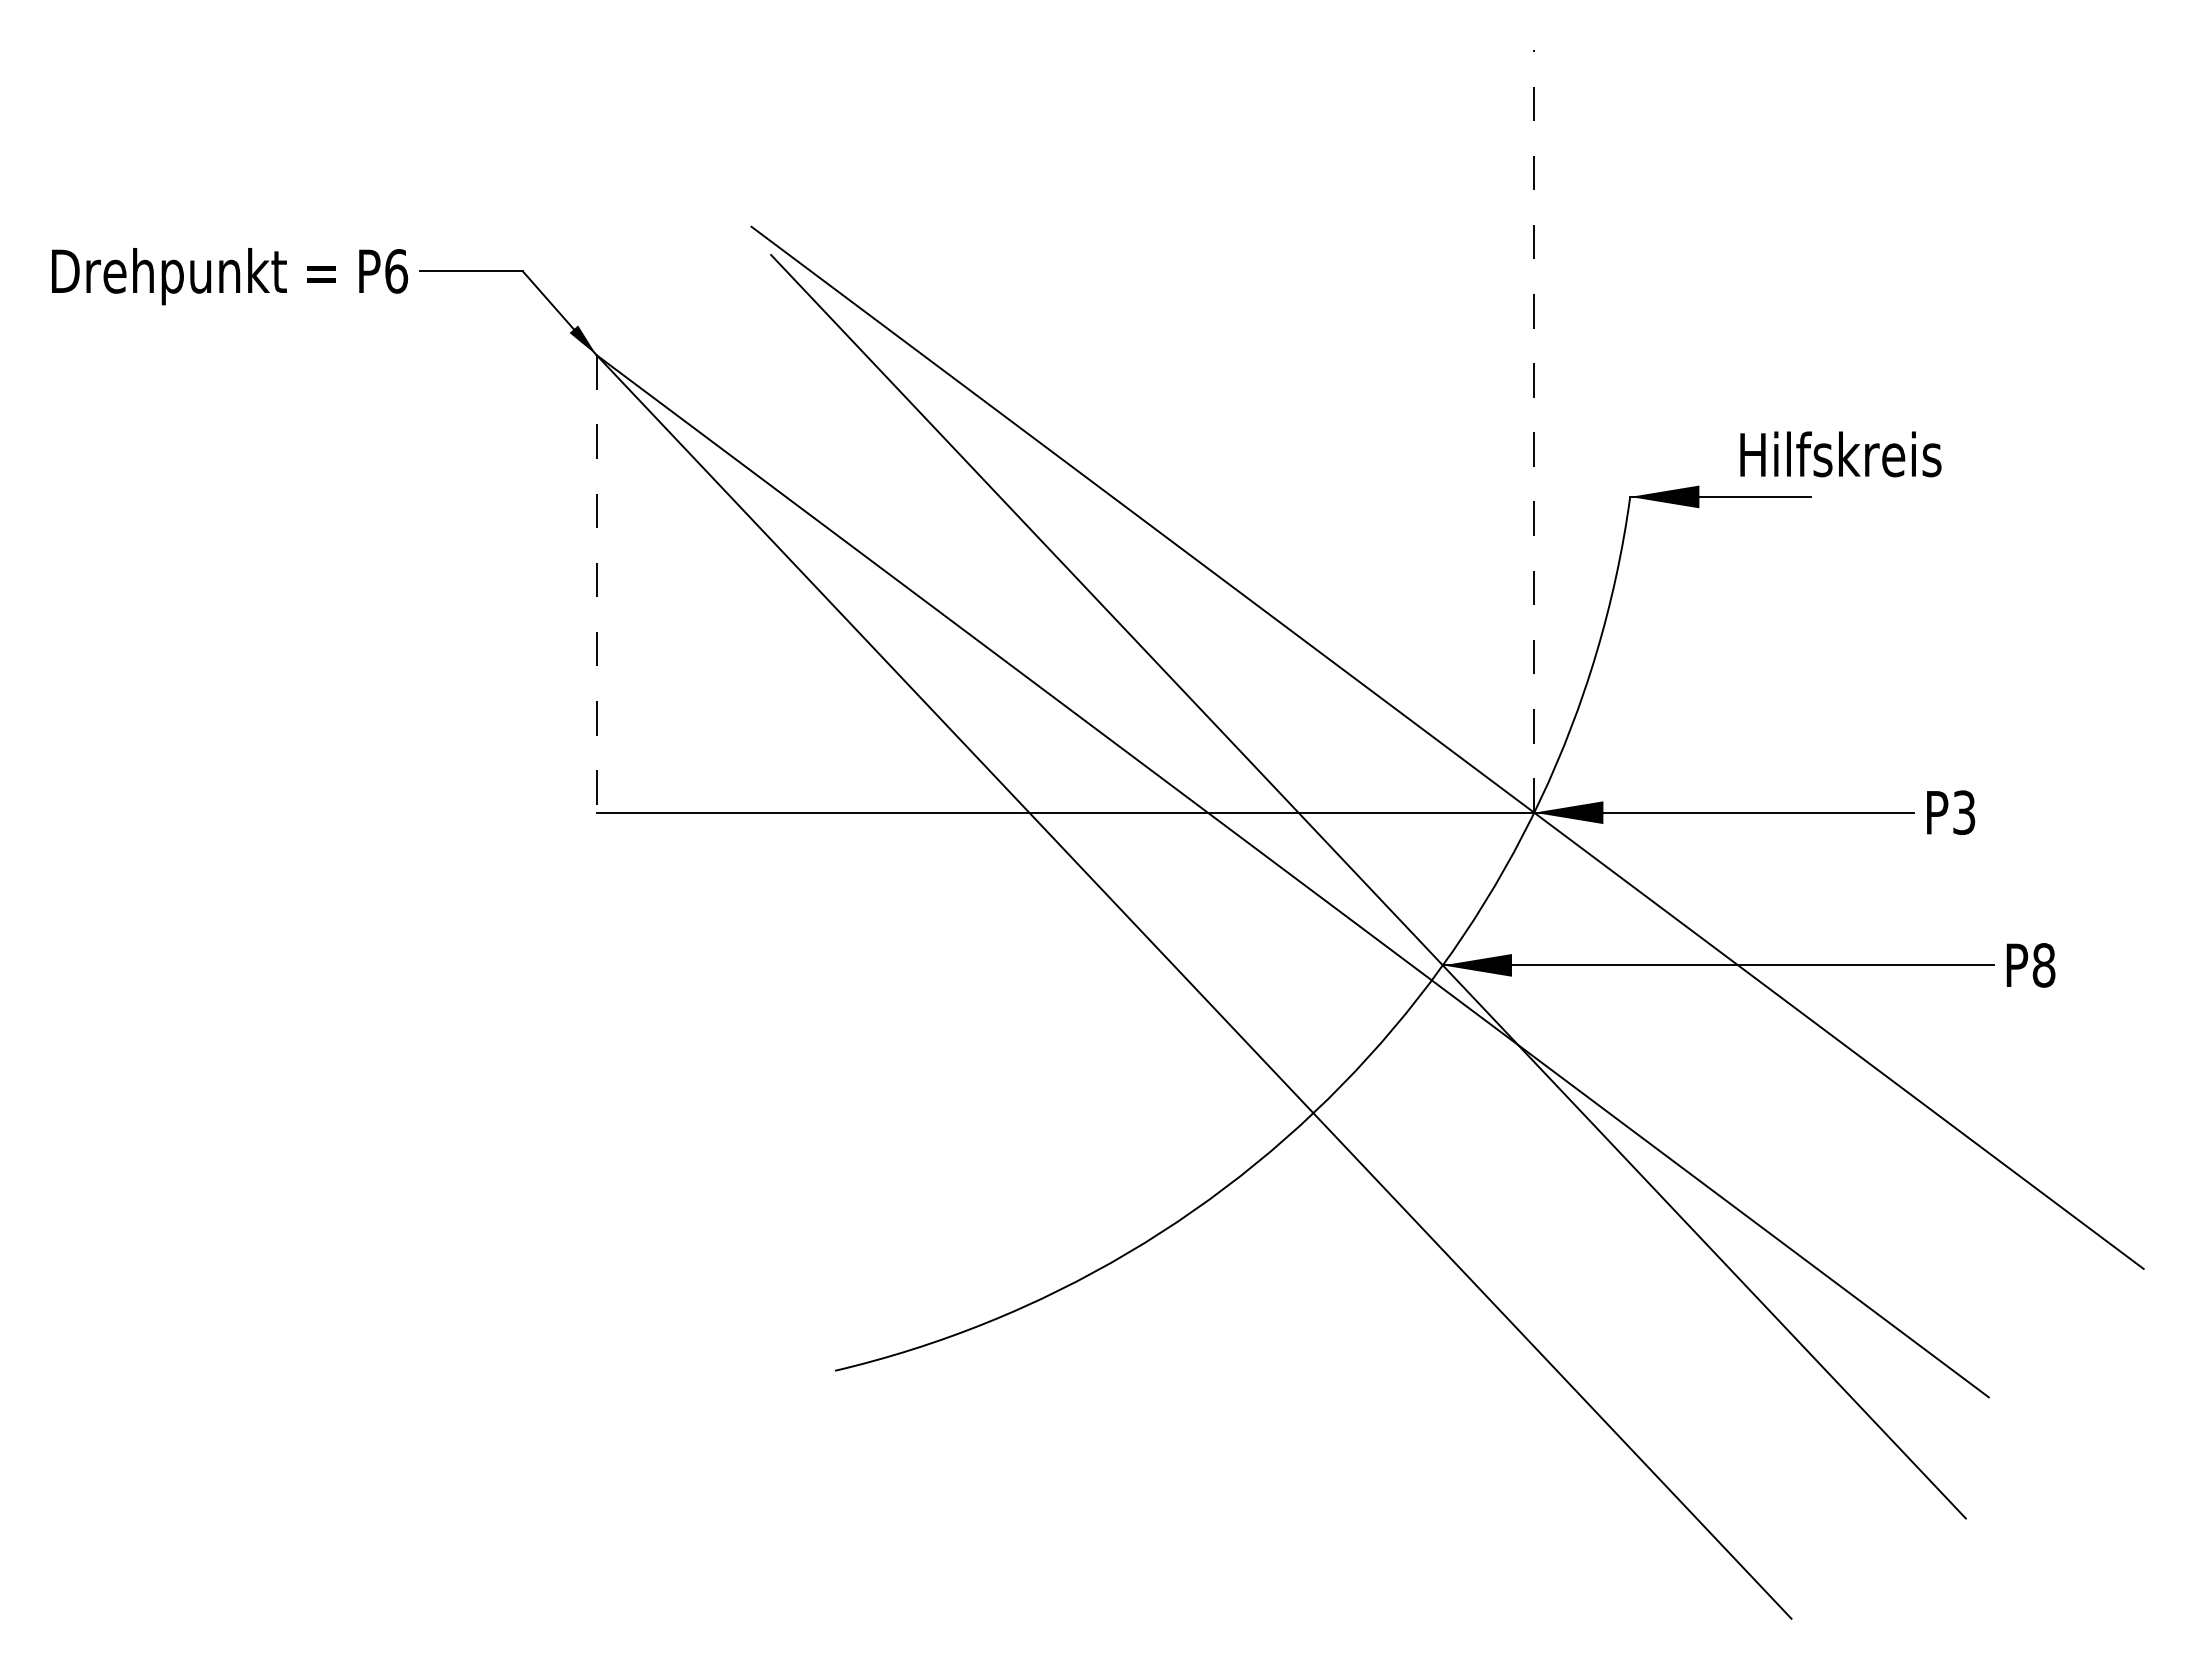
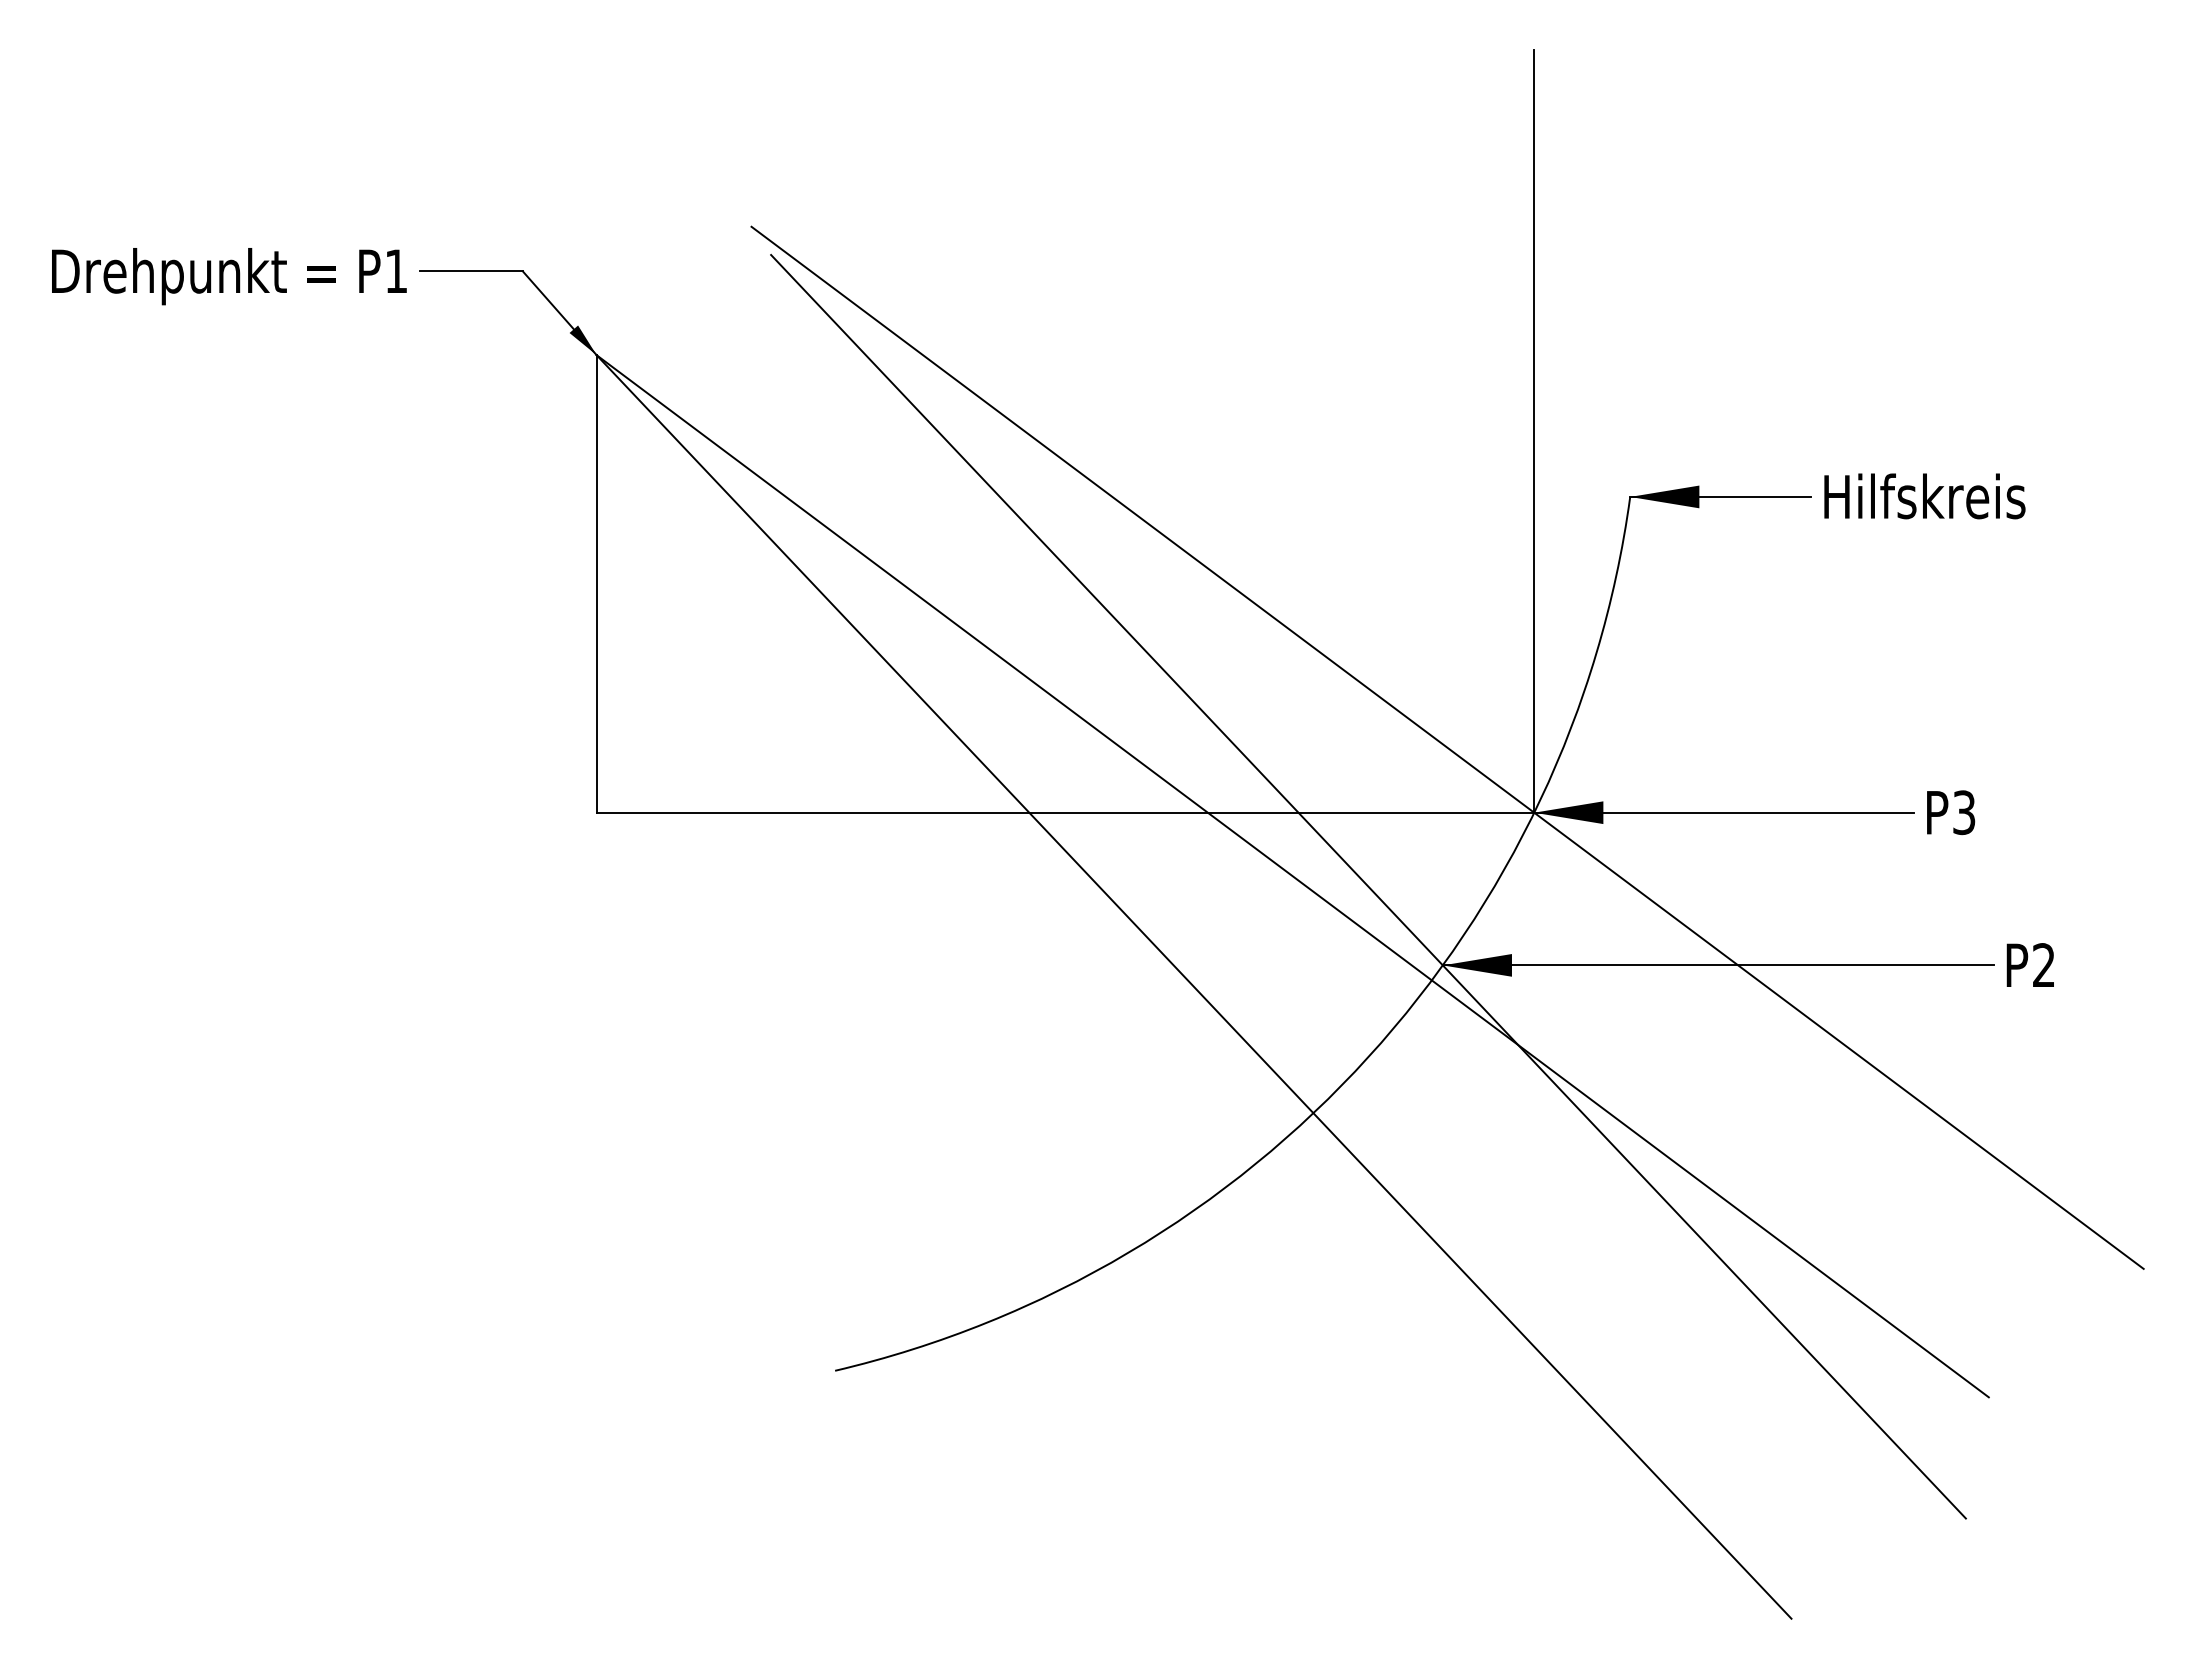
text at (396, 271): P6 -> P1
line at (1534, 430): dashed -> solid
text at (1840, 454) position: (1840, 454) -> (1924, 496)
line at (596, 583): dashed -> solid
text at (2043, 965): P8 -> P2
